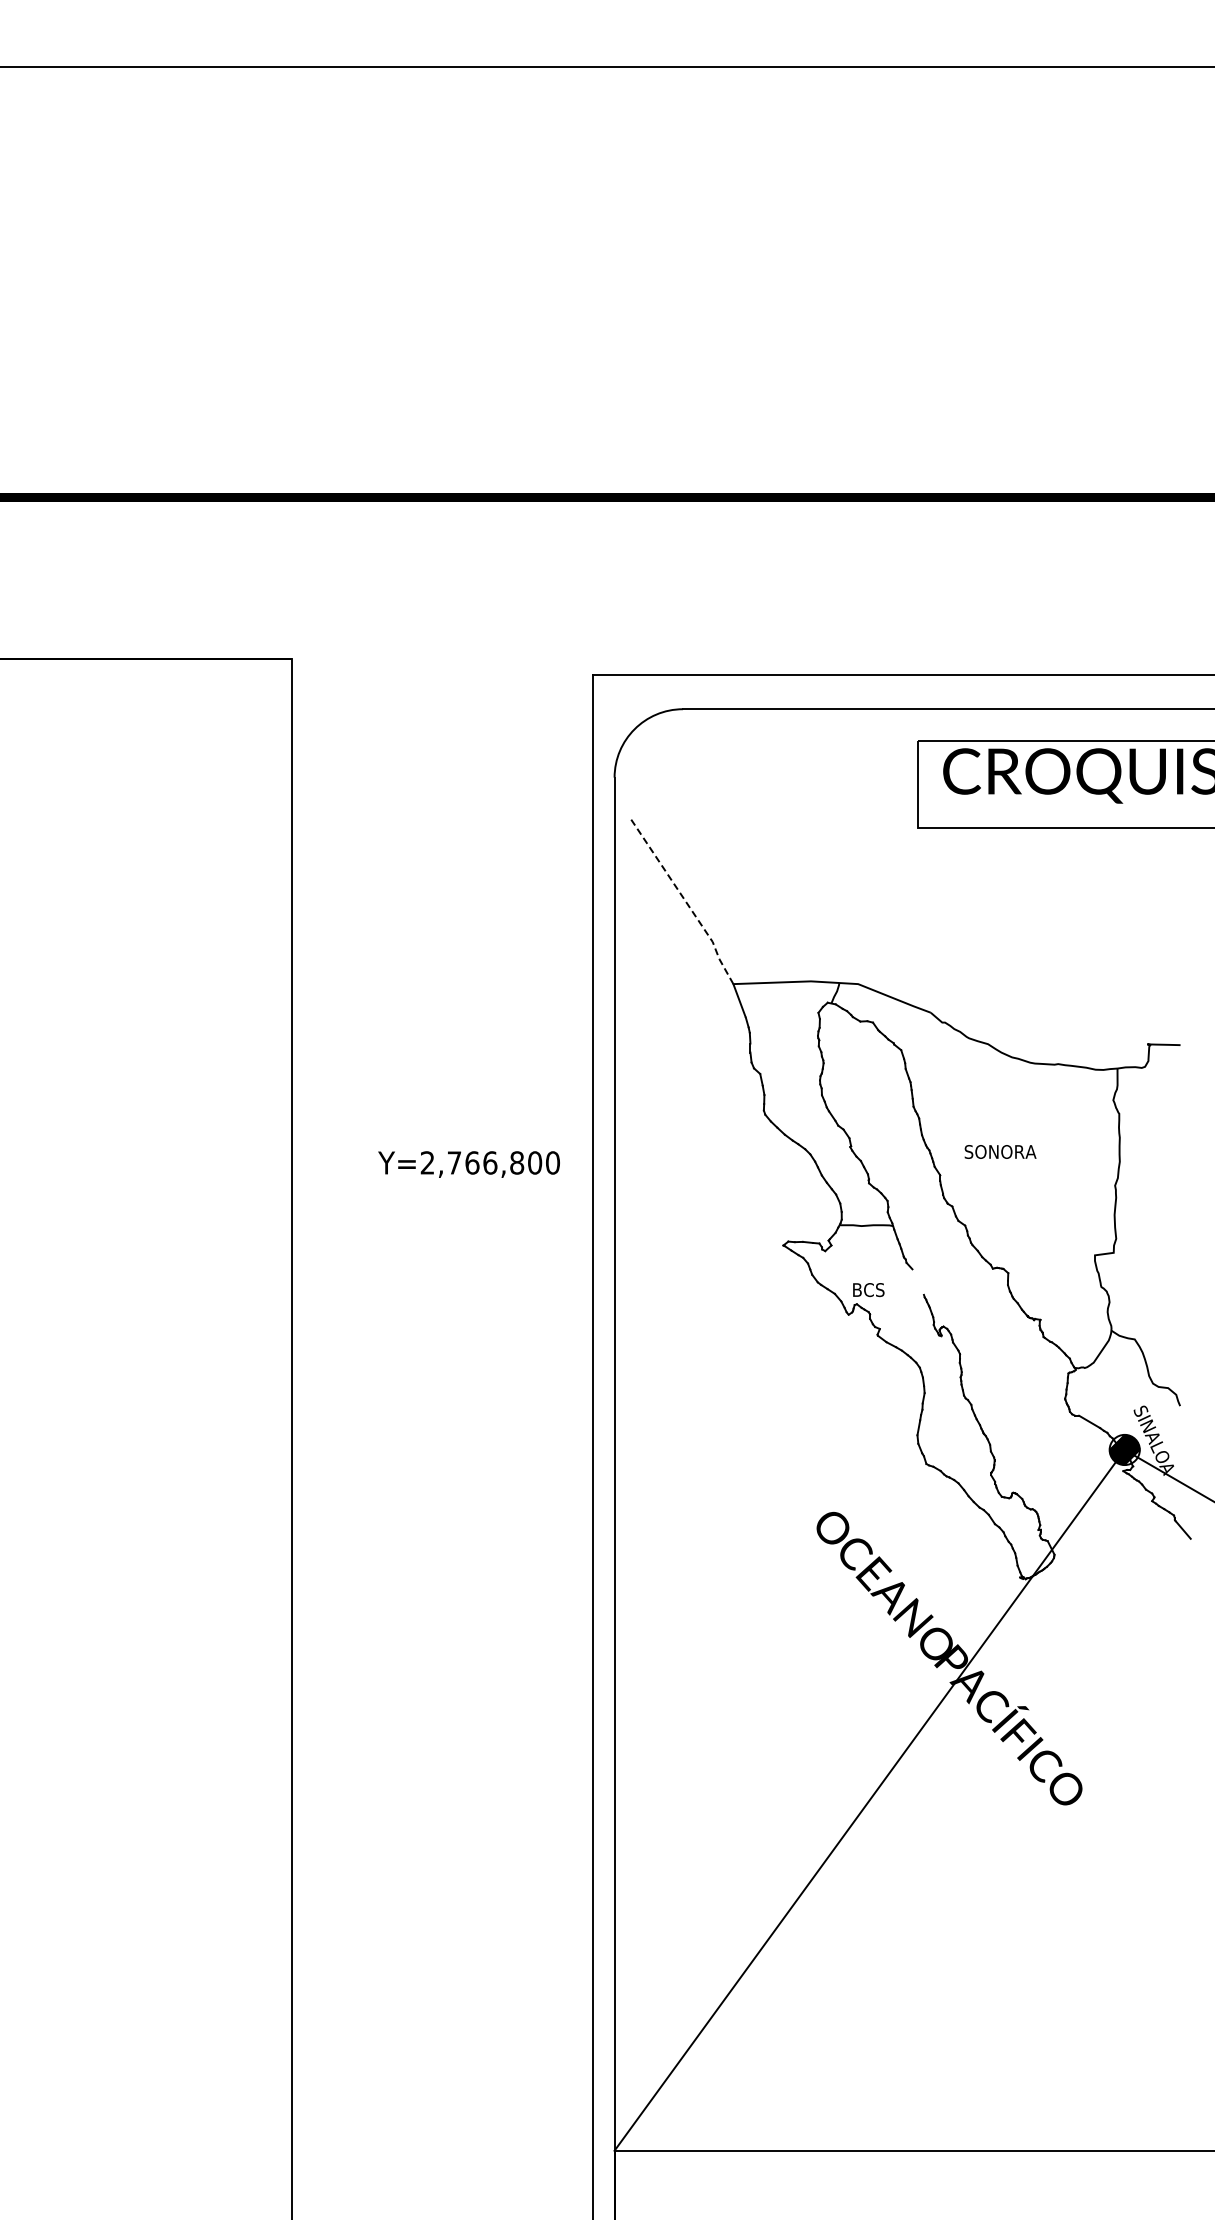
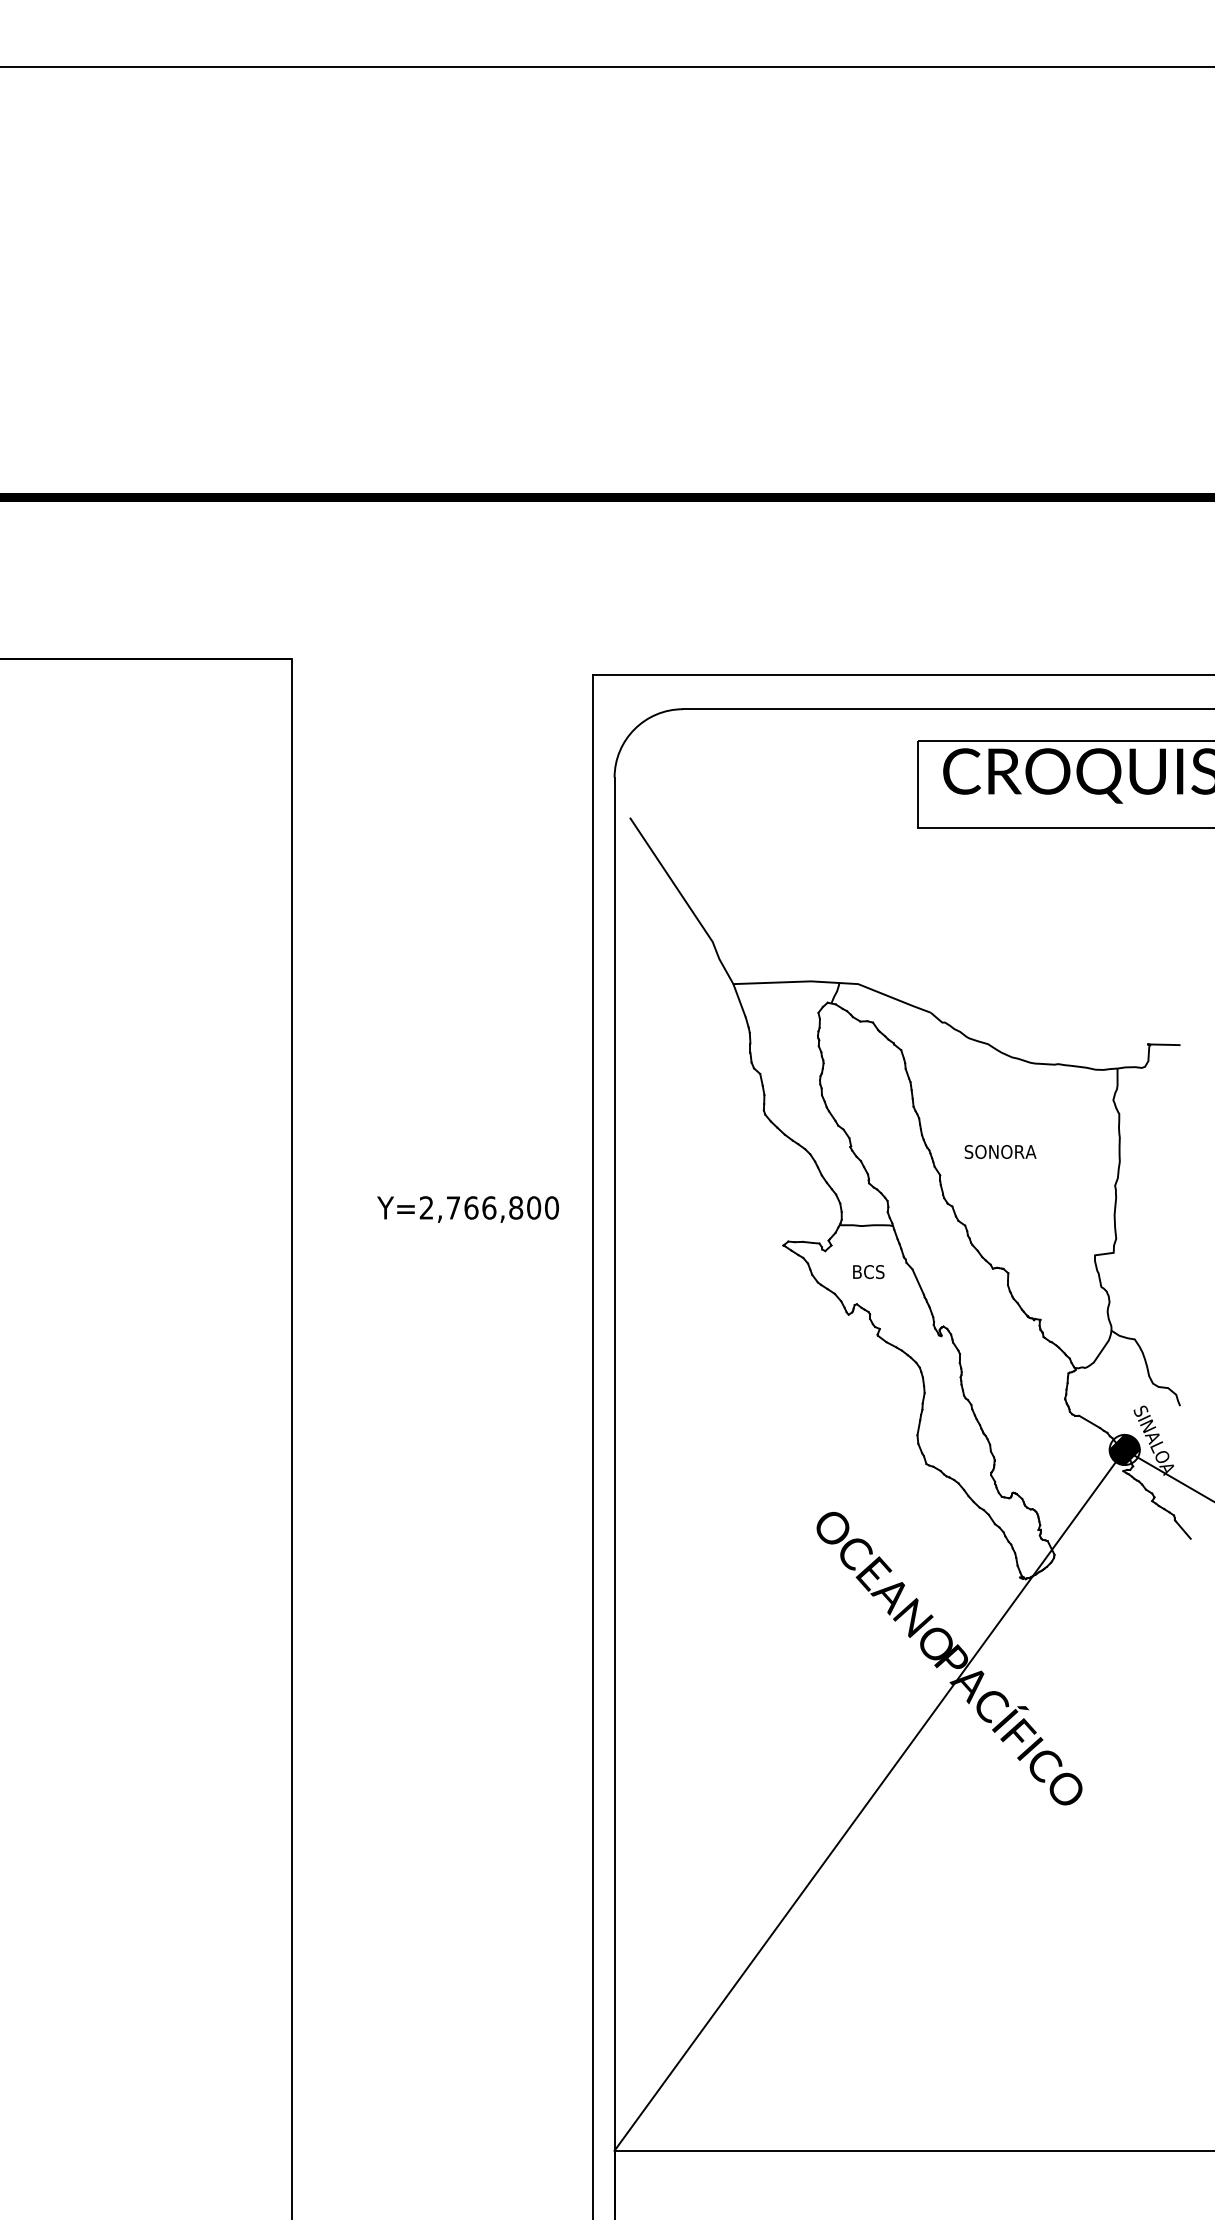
line at (685, 900): dashed -> solid
text at (468, 1164) position: (468, 1164) -> (467, 1209)
line at (917, 1281): none -> present
text at (868, 1290) position: (868, 1290) -> (868, 1272)
